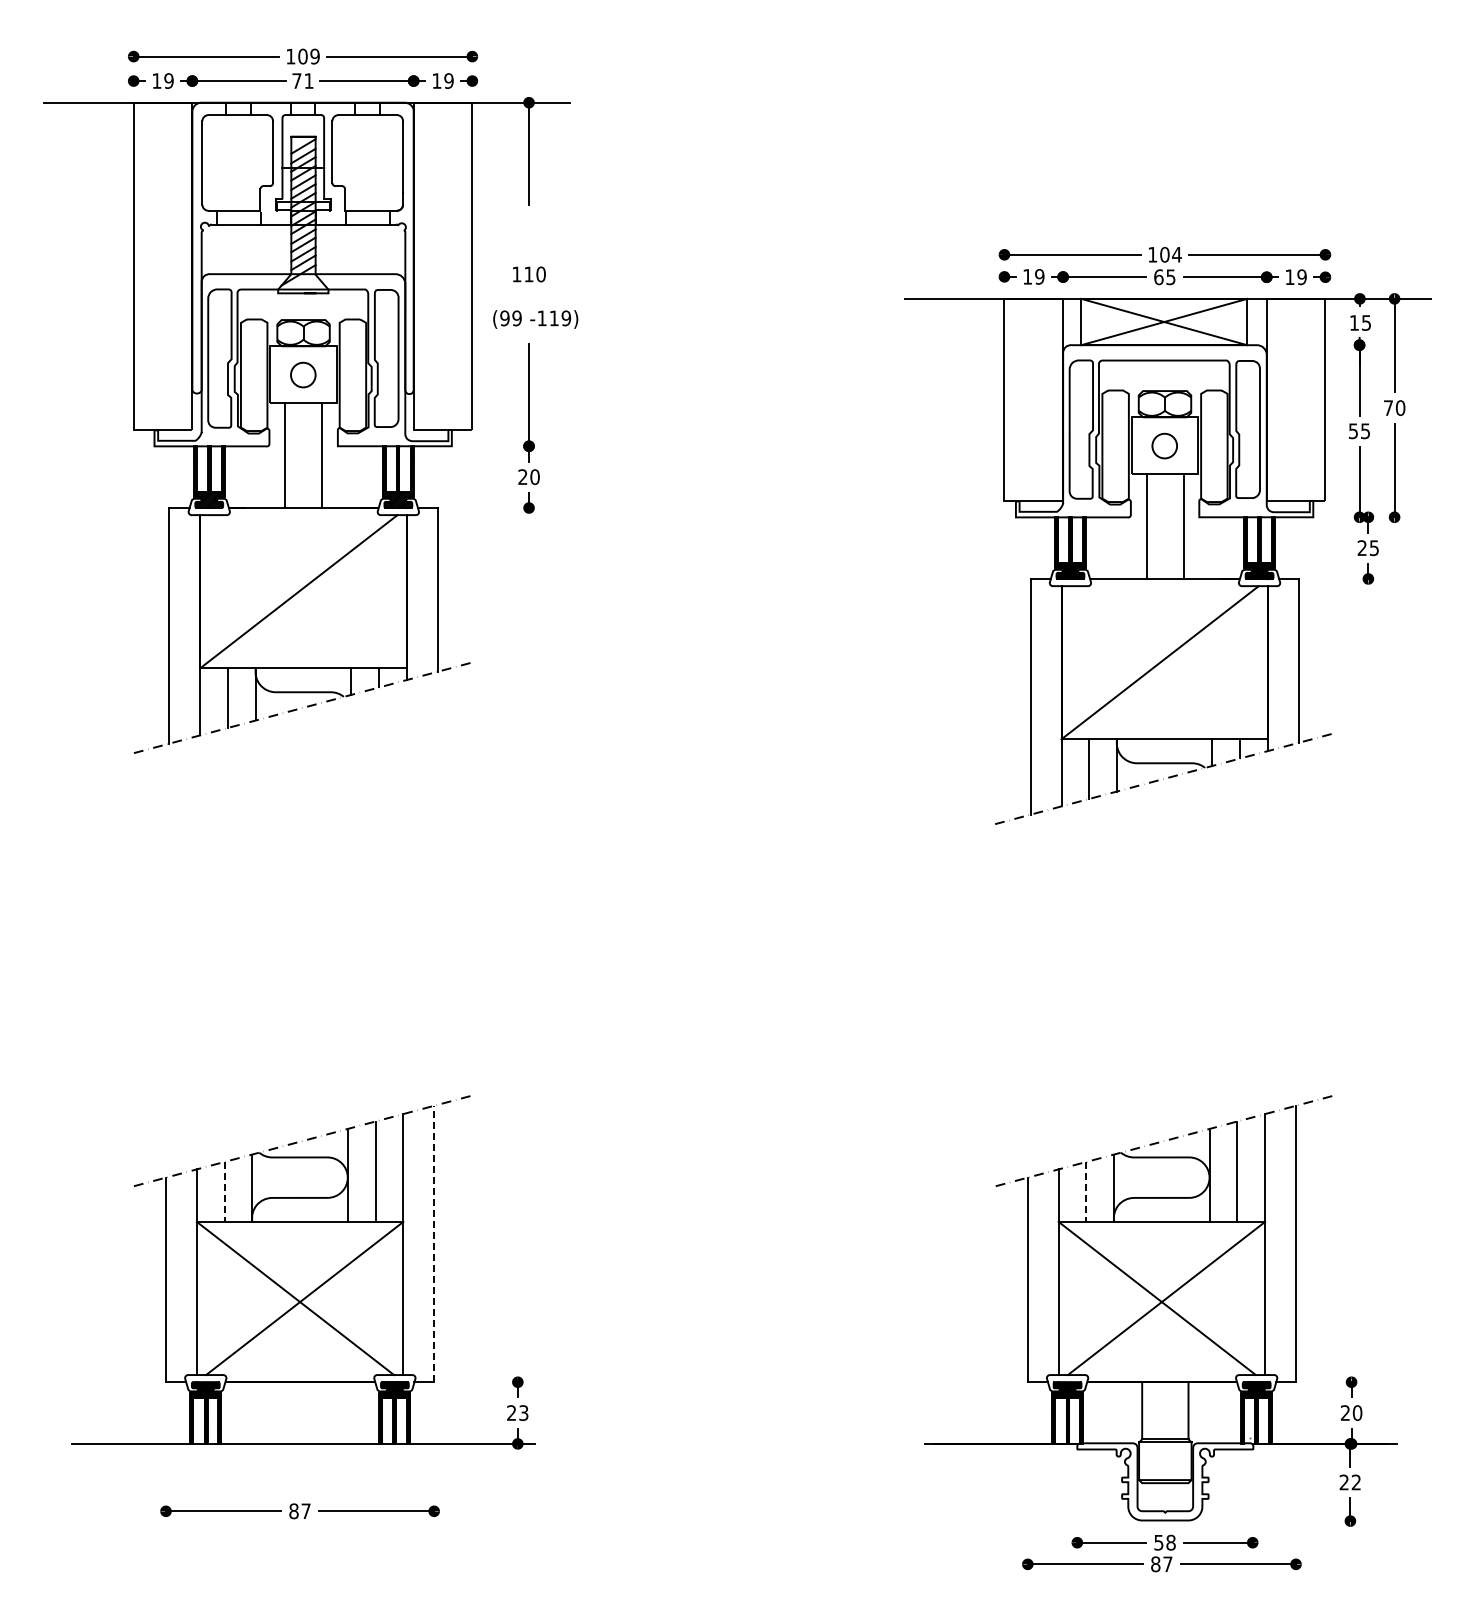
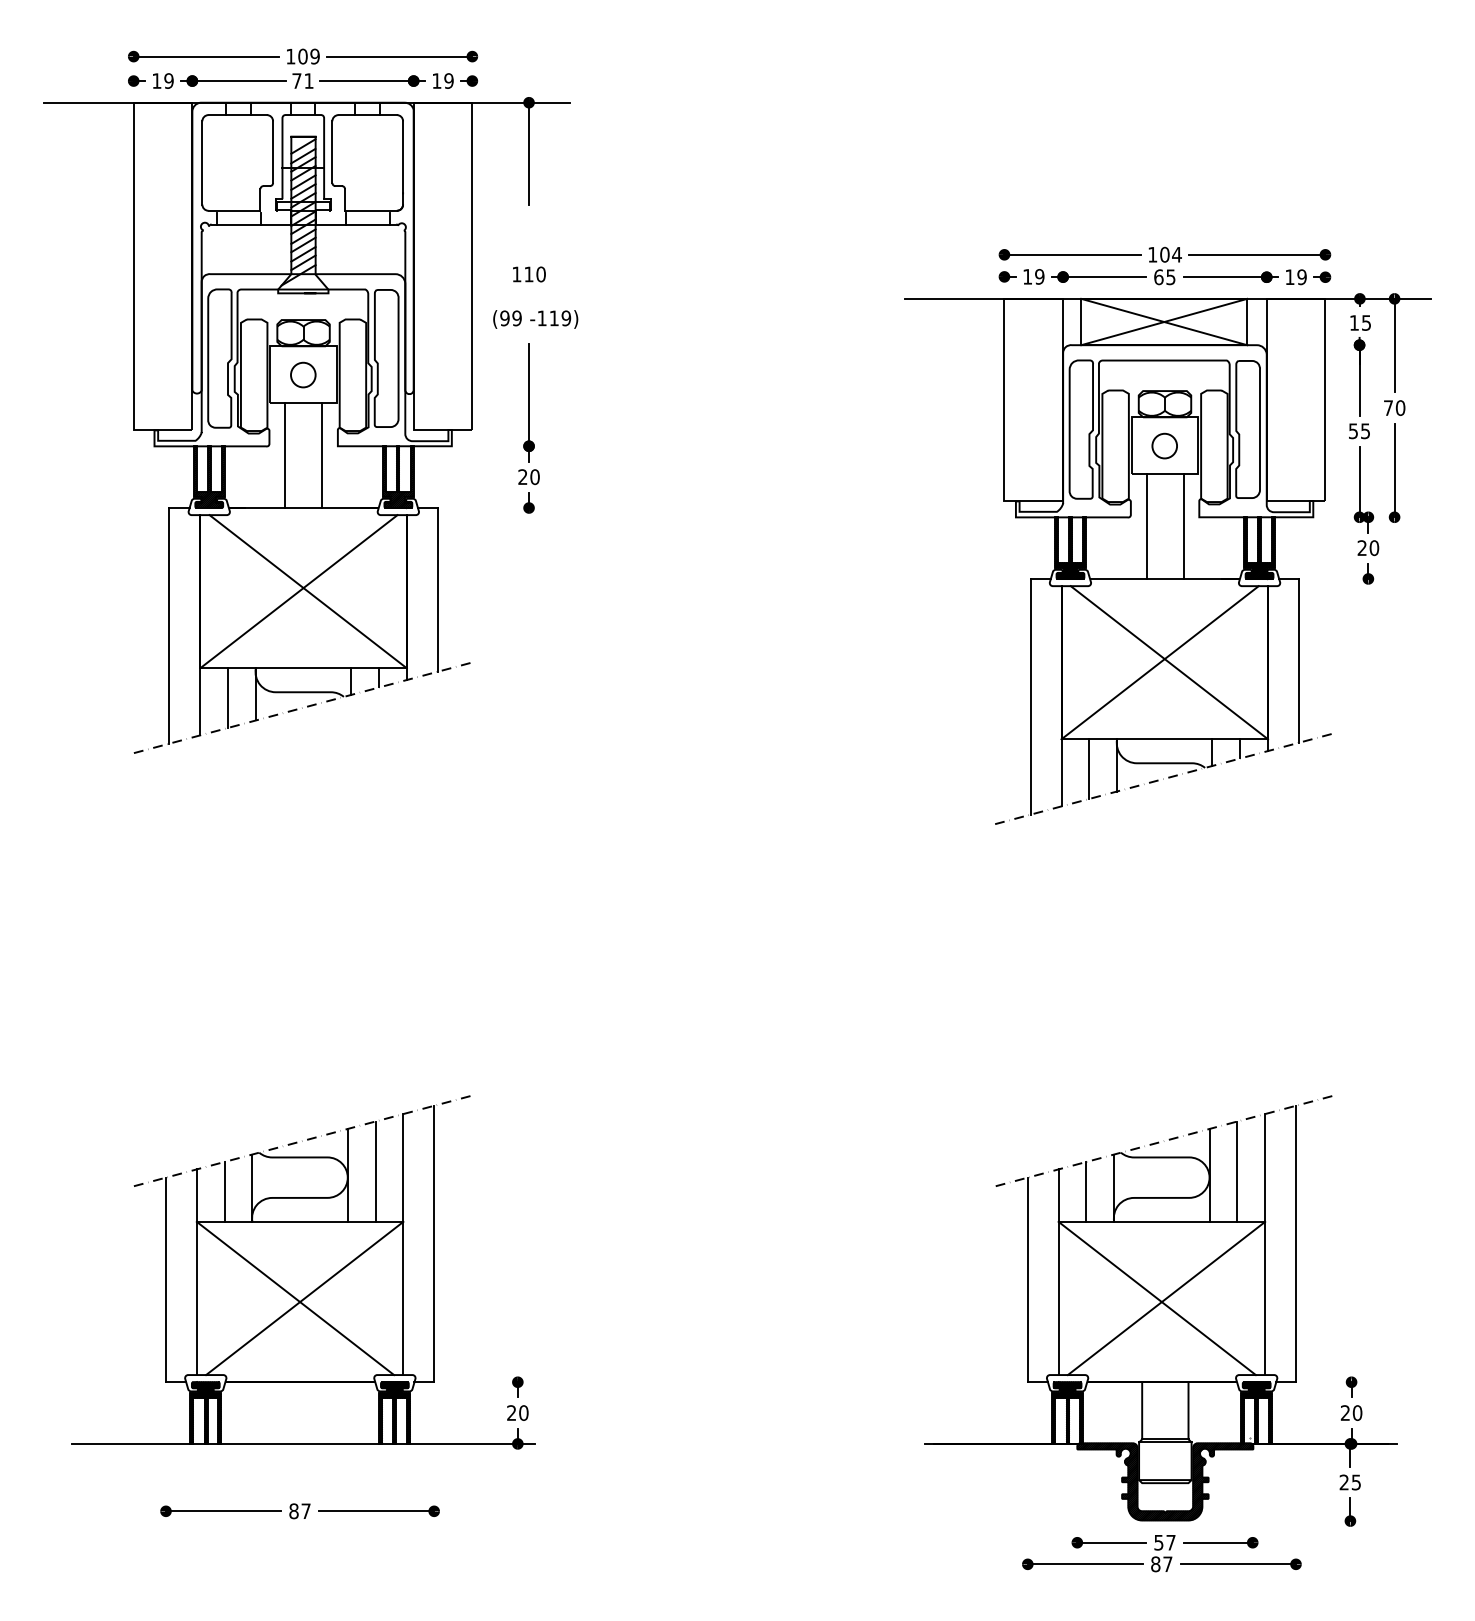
text at (1374, 548): 25 -> 20
line at (307, 591): none -> present
line at (1169, 662): none -> present
line at (224, 1191): dashed -> solid
line at (1086, 1191): dashed -> solid
line at (434, 1243): dashed -> solid
text at (523, 1412): 23 -> 20
hatch at (1165, 1481): none -> present
text at (1356, 1482): 22 -> 25
text at (1170, 1542): 58 -> 57
